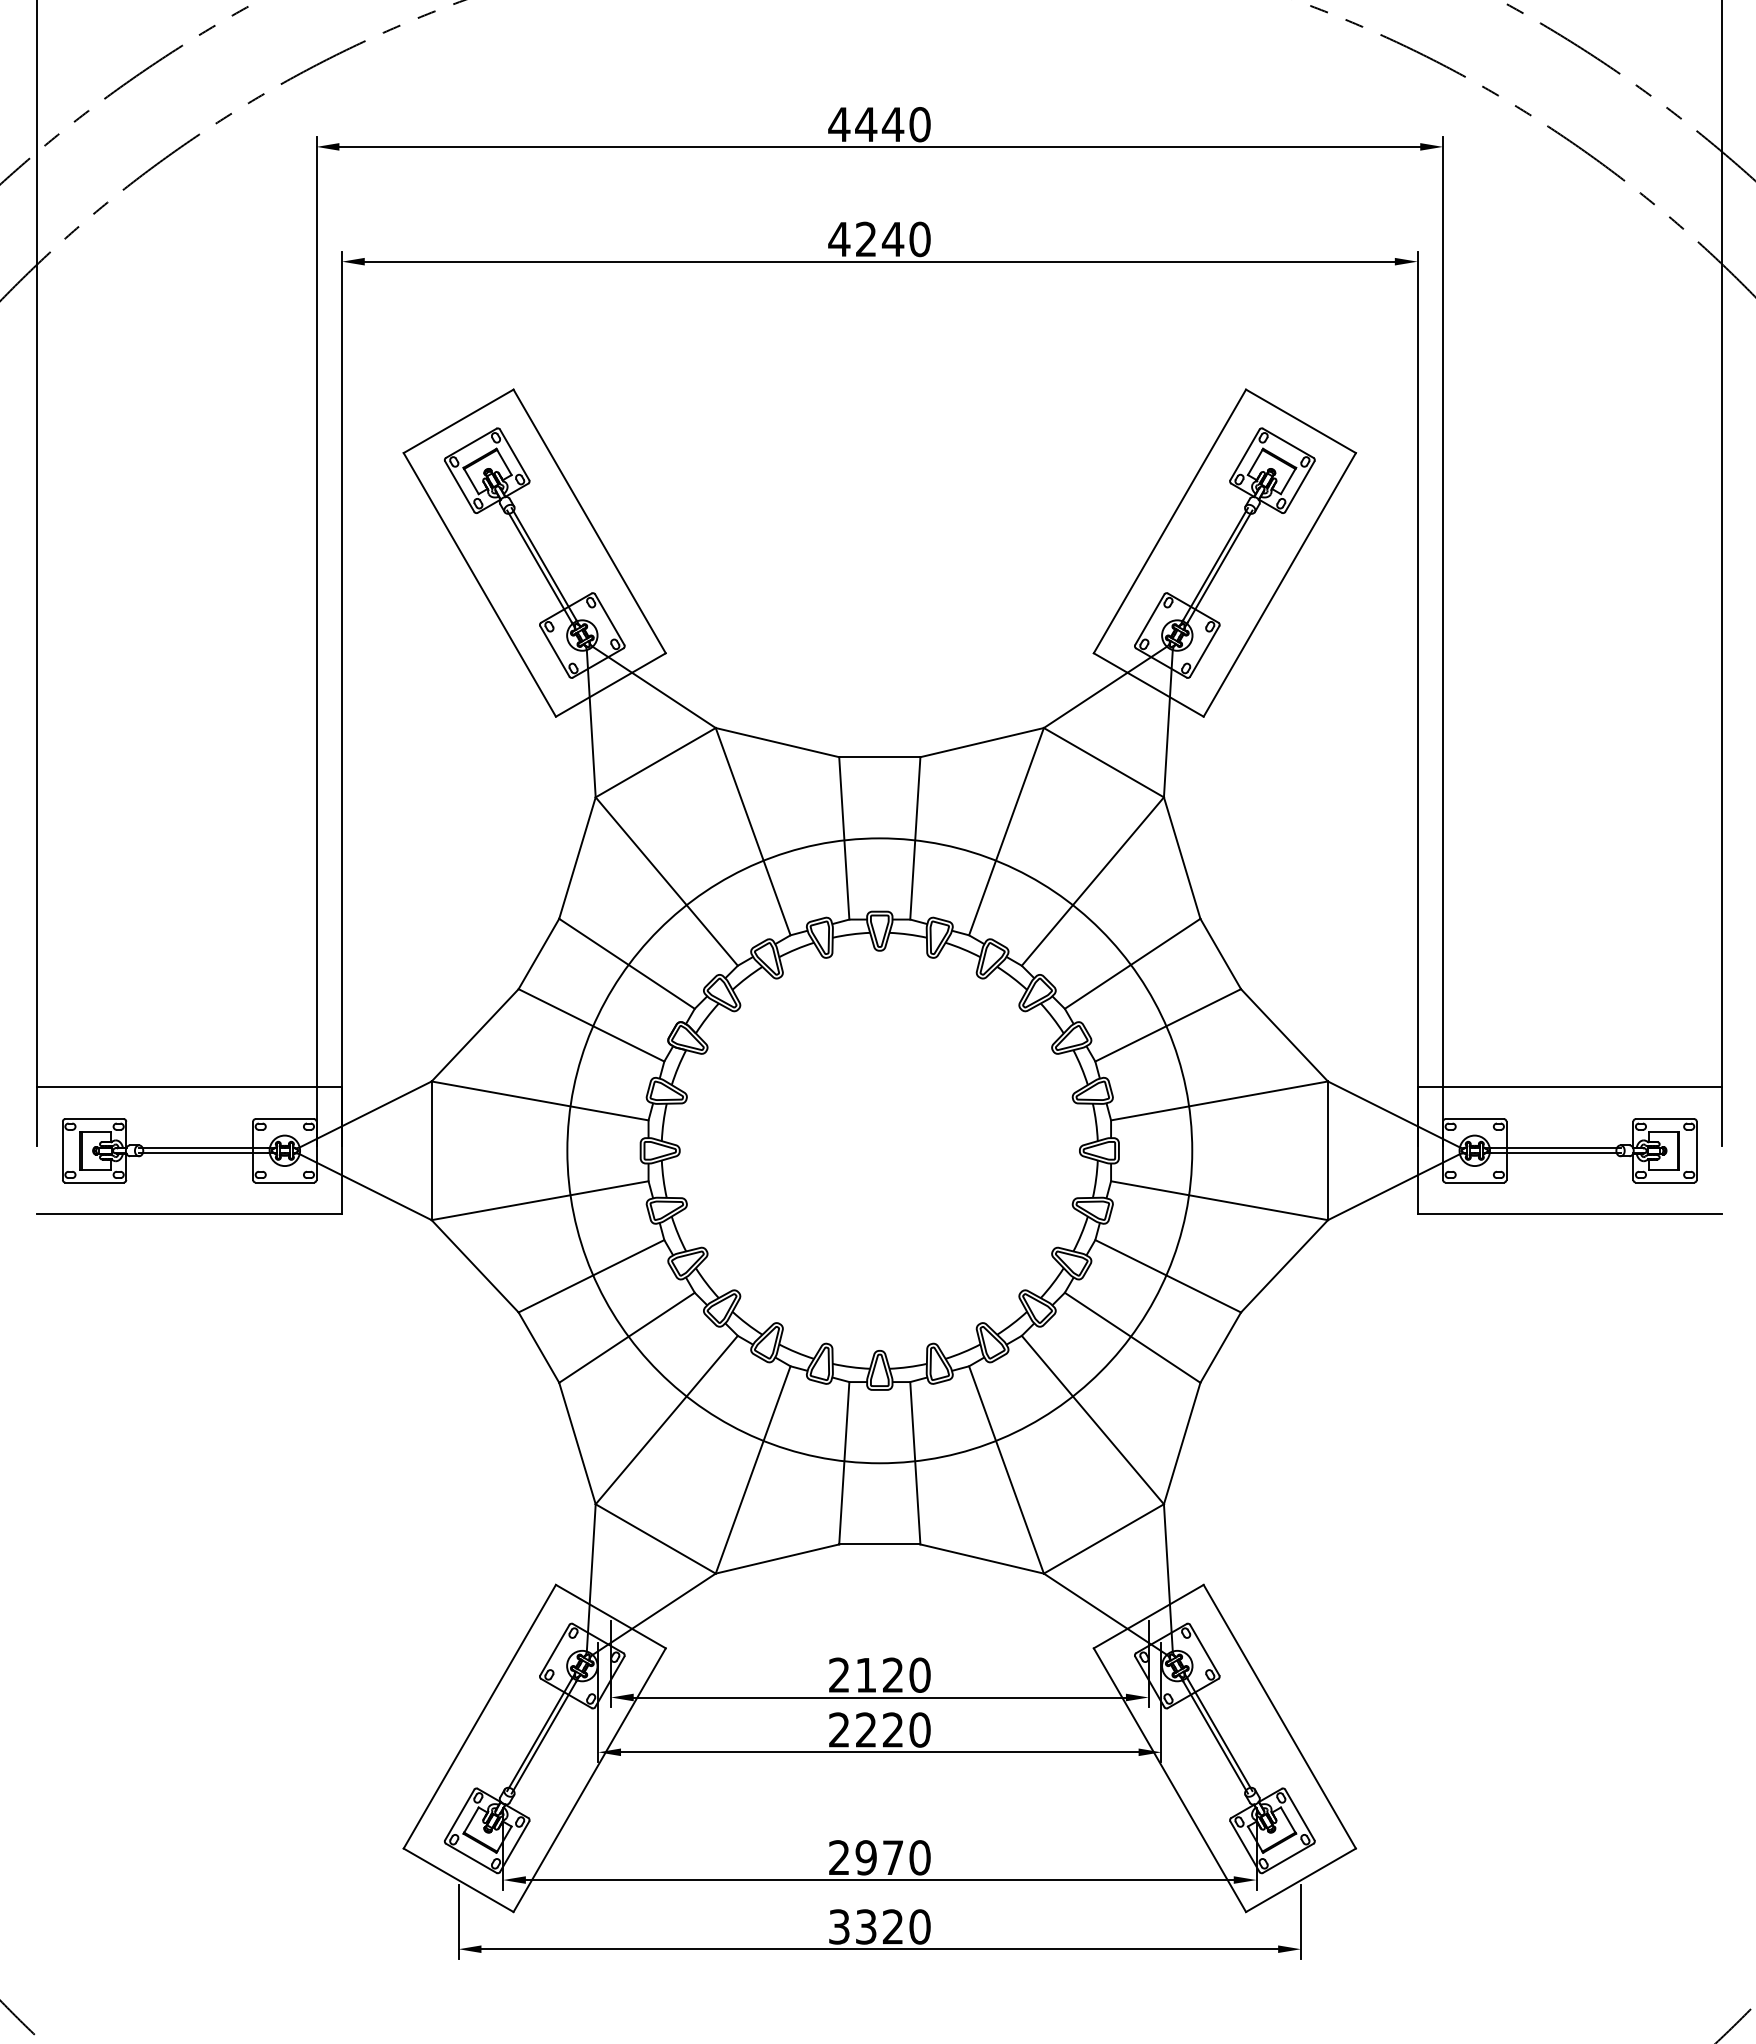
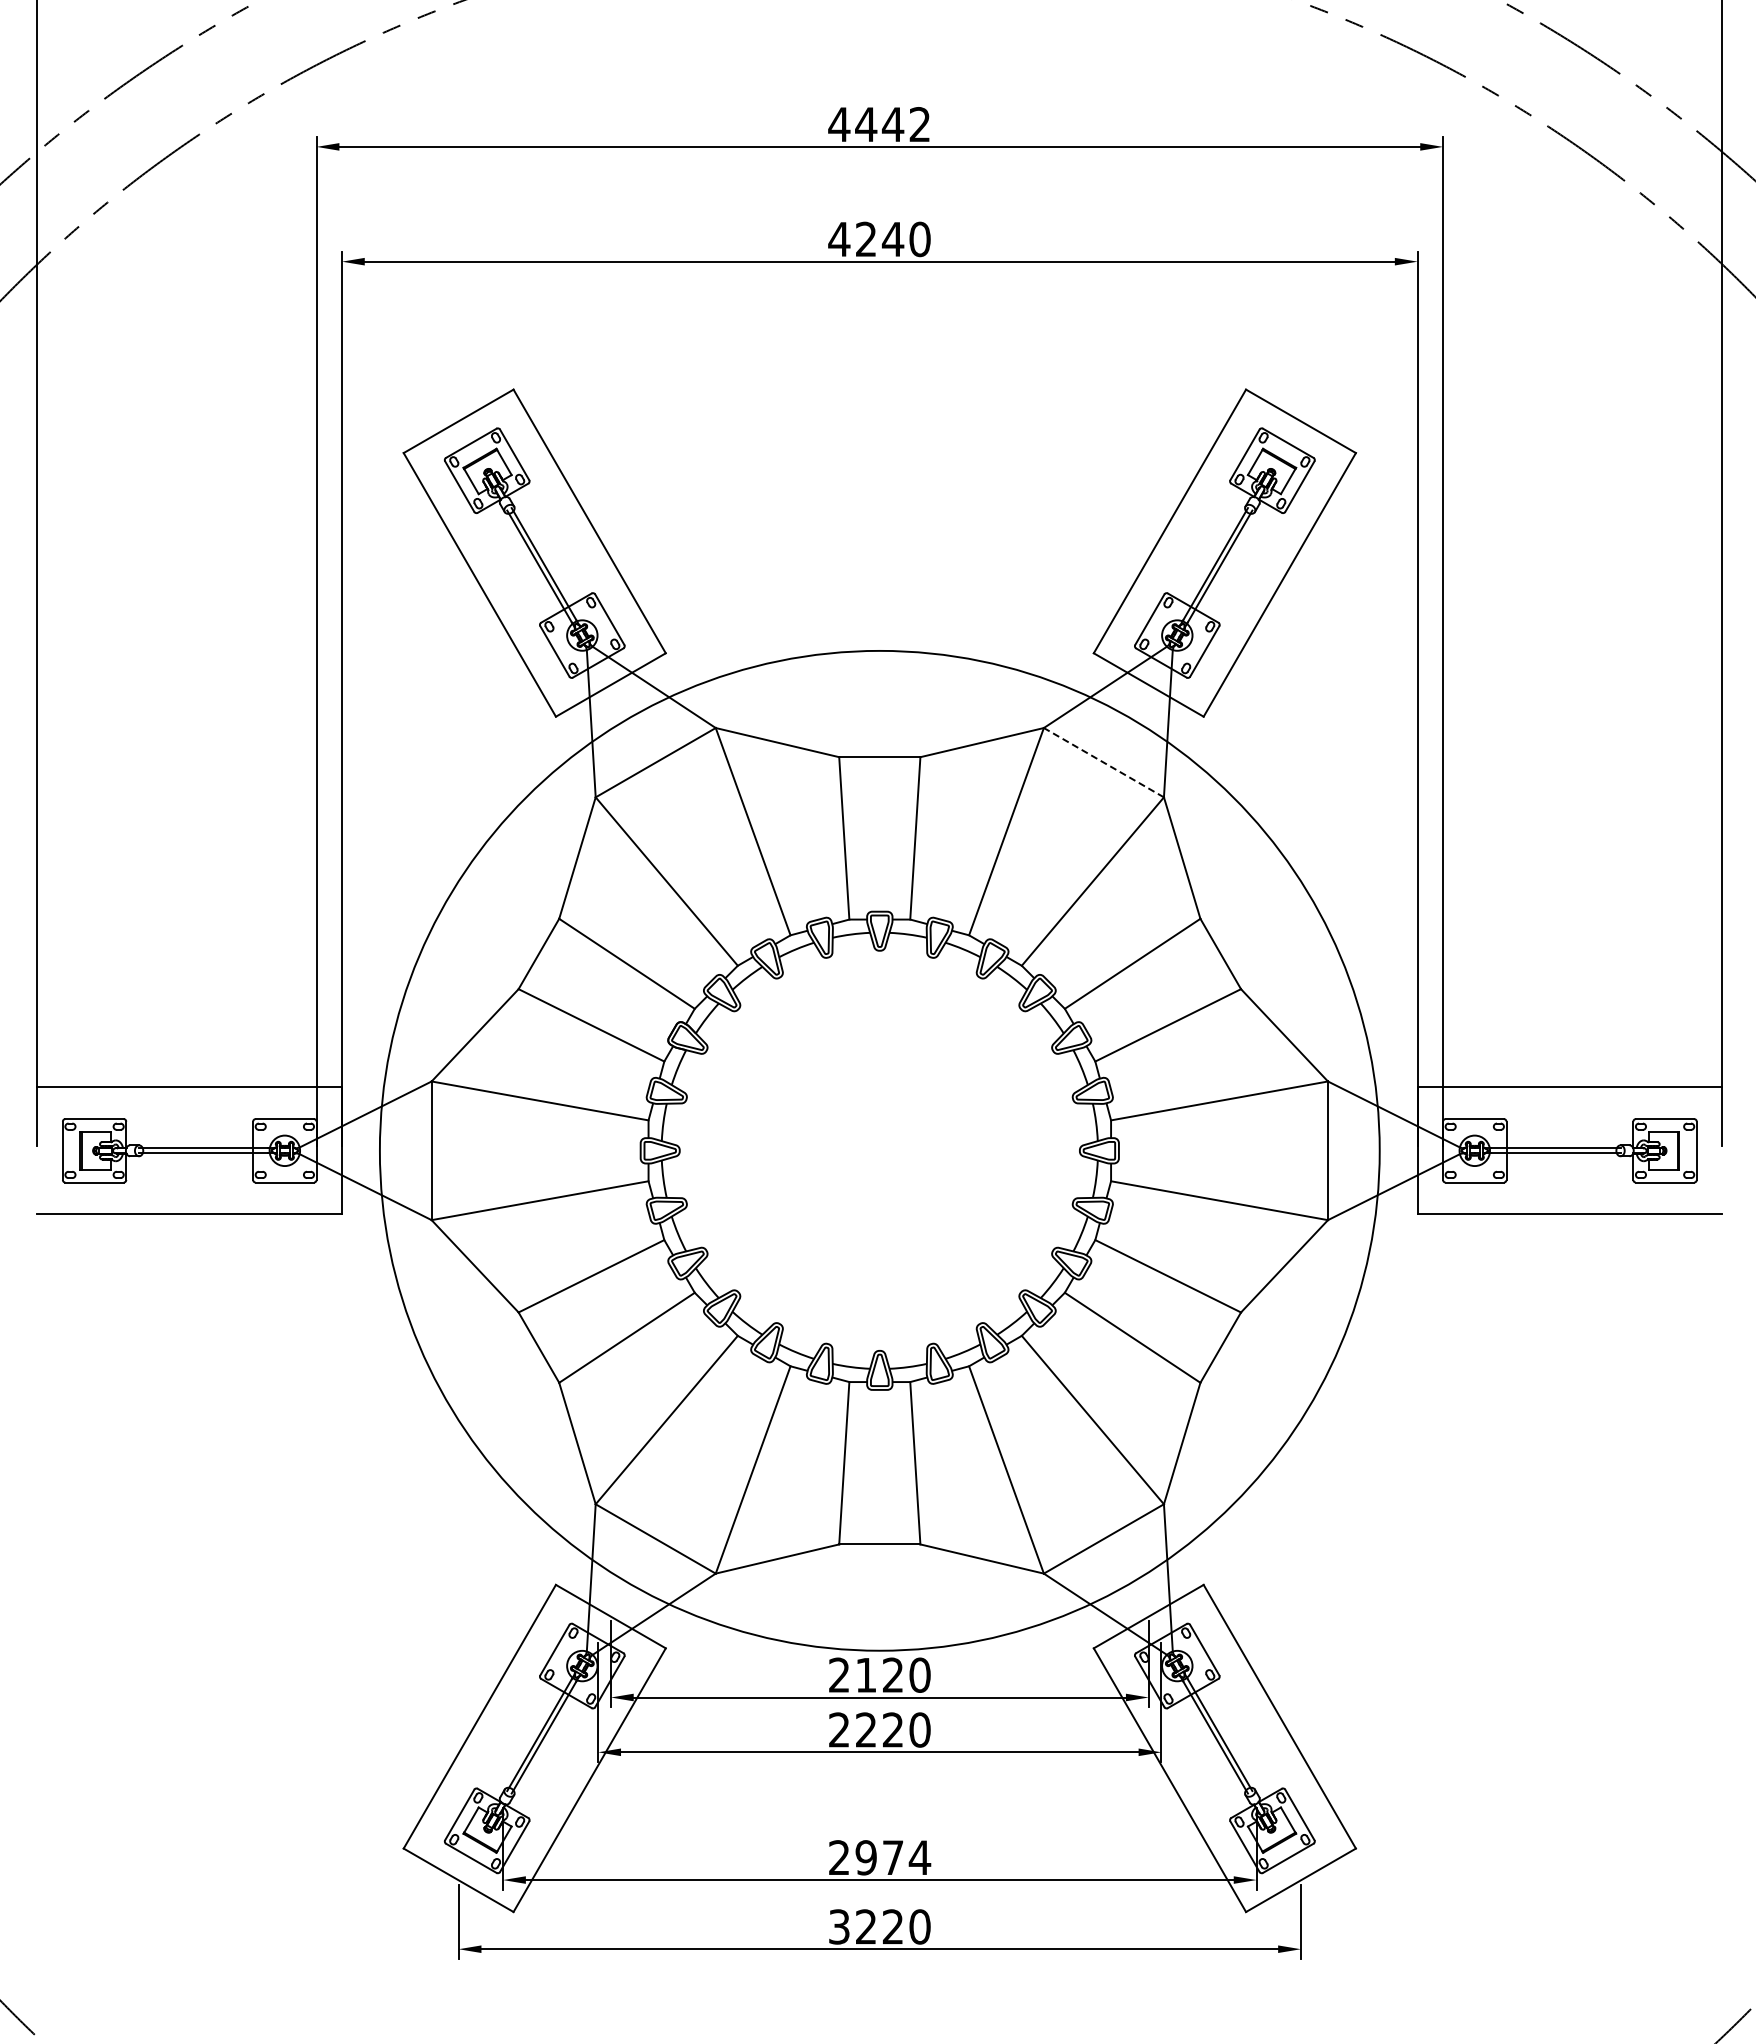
text at (919, 124): 4440 -> 4442
line at (1103, 762): solid -> dashed
circle at (879, 1150) diameter: 625 px -> 1000 px
text at (919, 1857): 2970 -> 2974
text at (866, 1926): 3320 -> 3220
